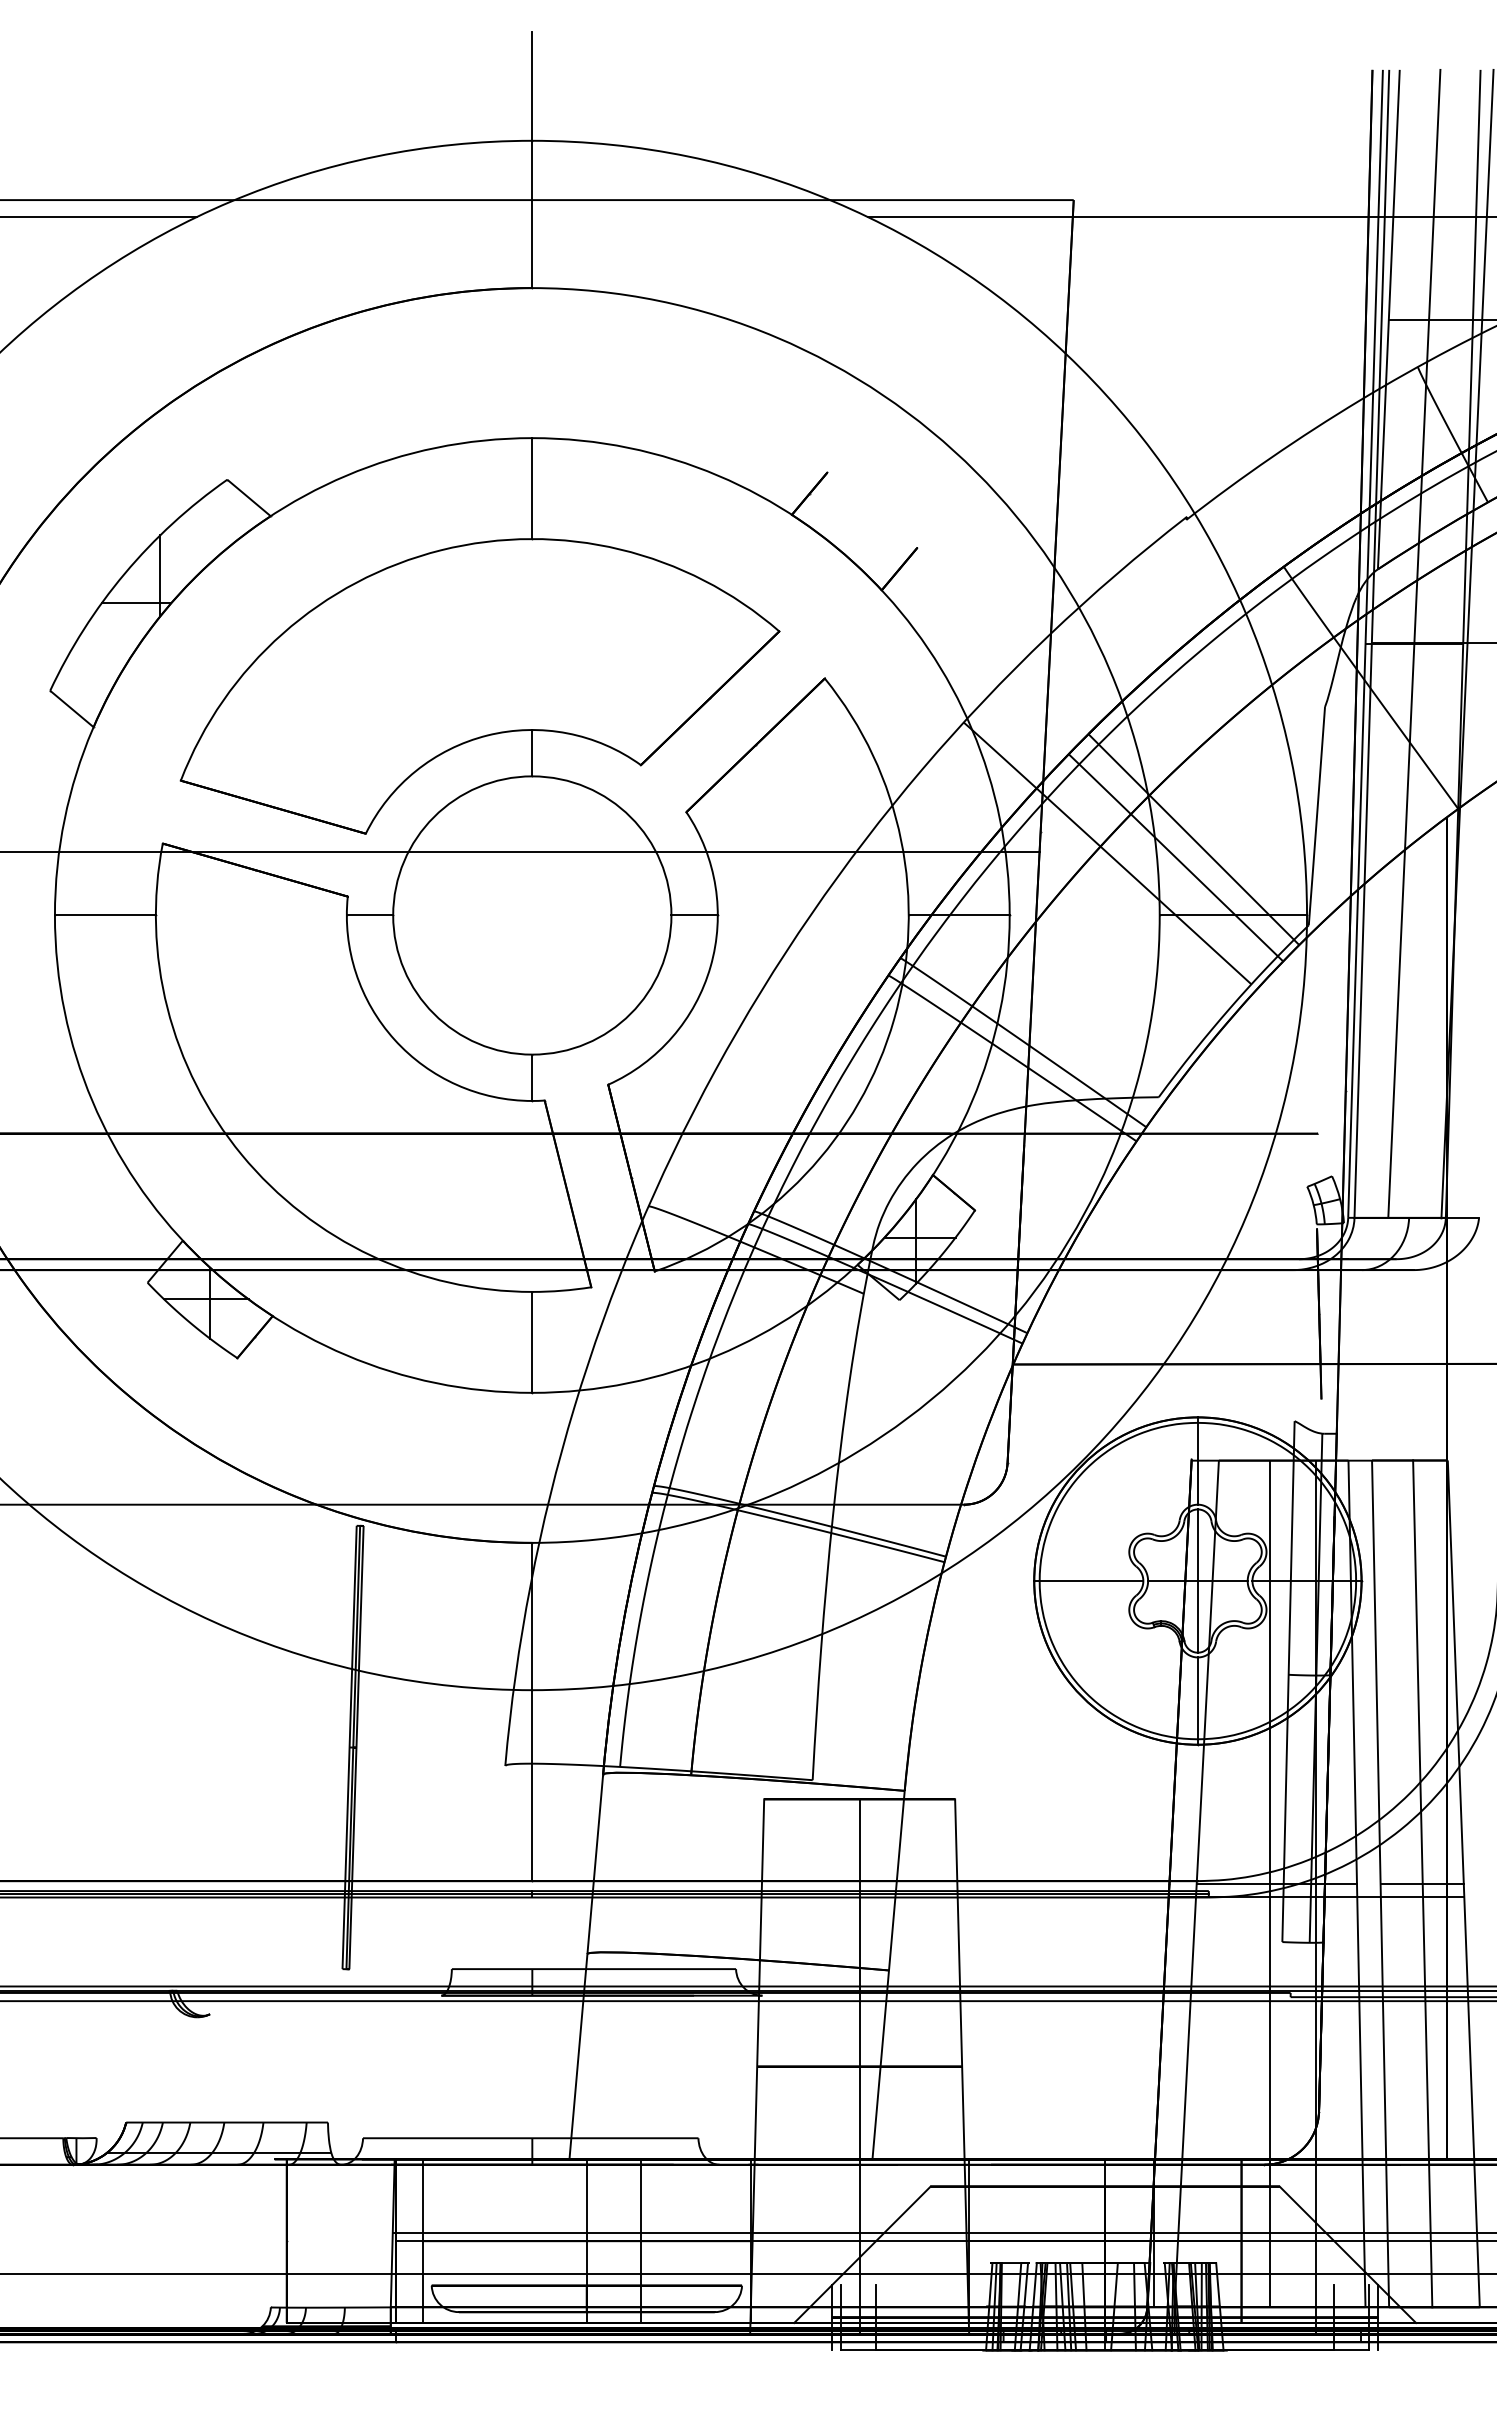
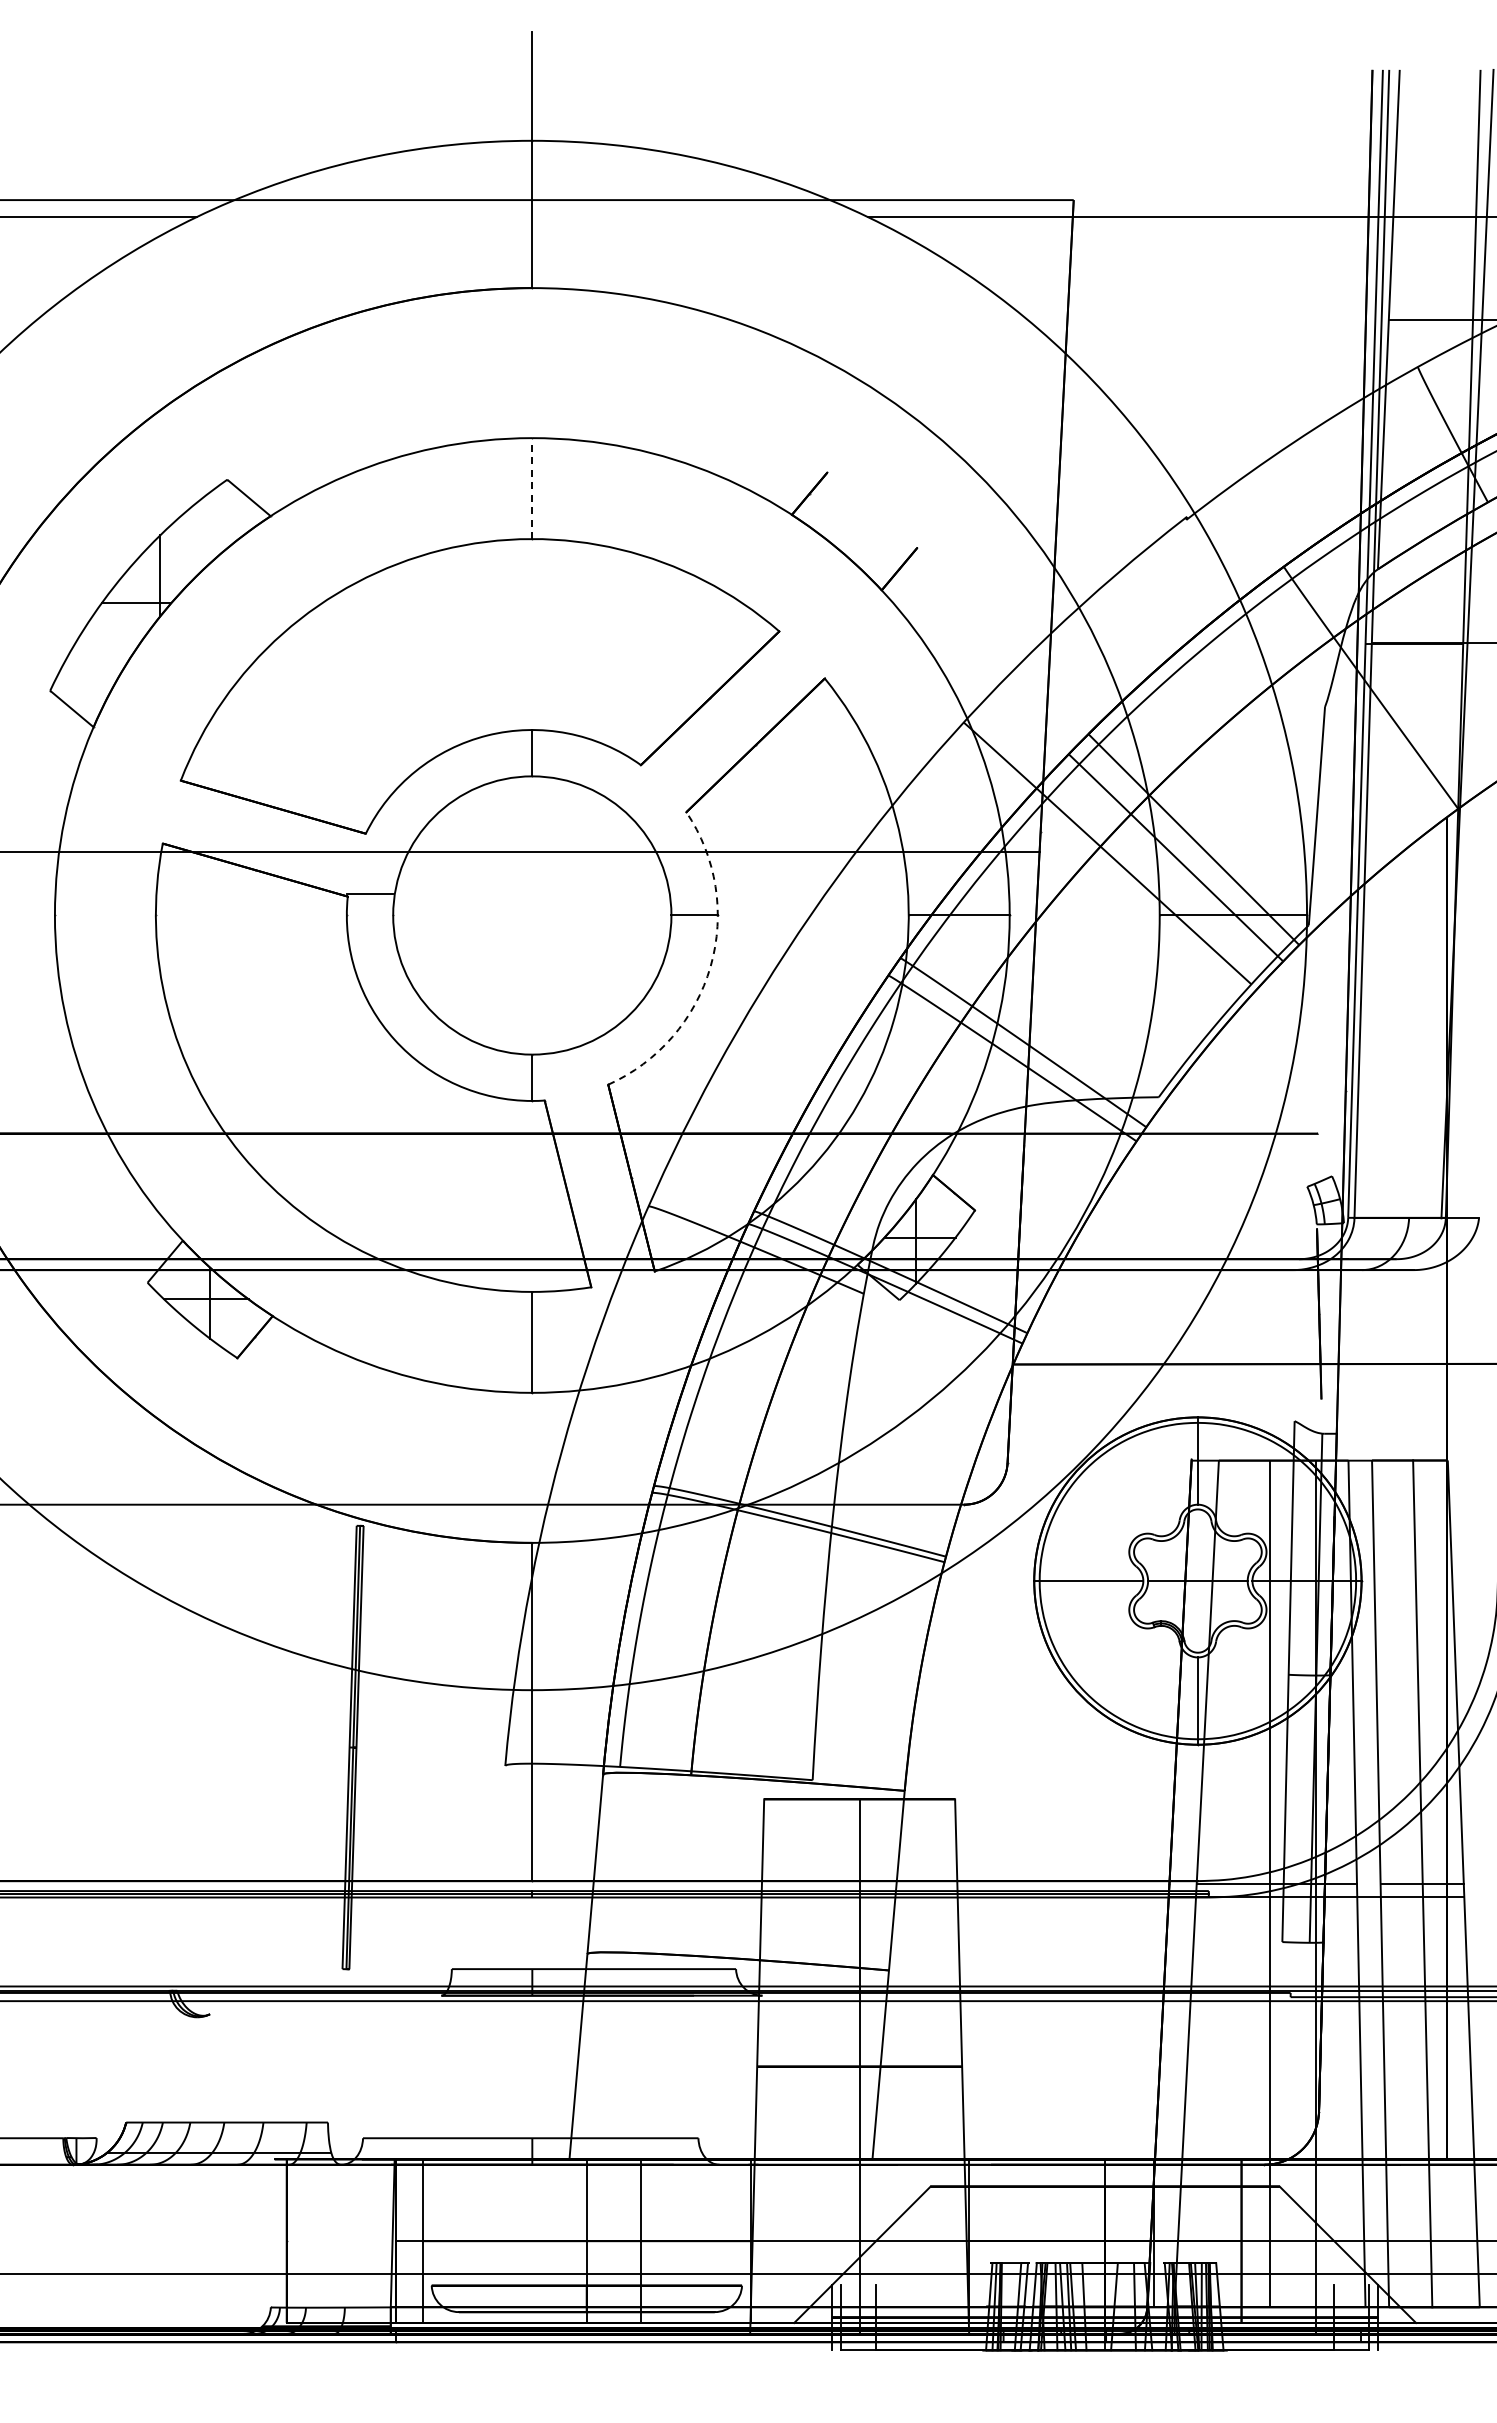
line at (532, 488): solid -> dashed
line at (1414, 643): present -> none
line at (104, 915): present -> none
line at (369, 915) position: (369, 915) -> (369, 894)
arc at (710, 966): solid -> dashed
line at (1197, 1580): present -> none
line at (942, 2233): present -> none
